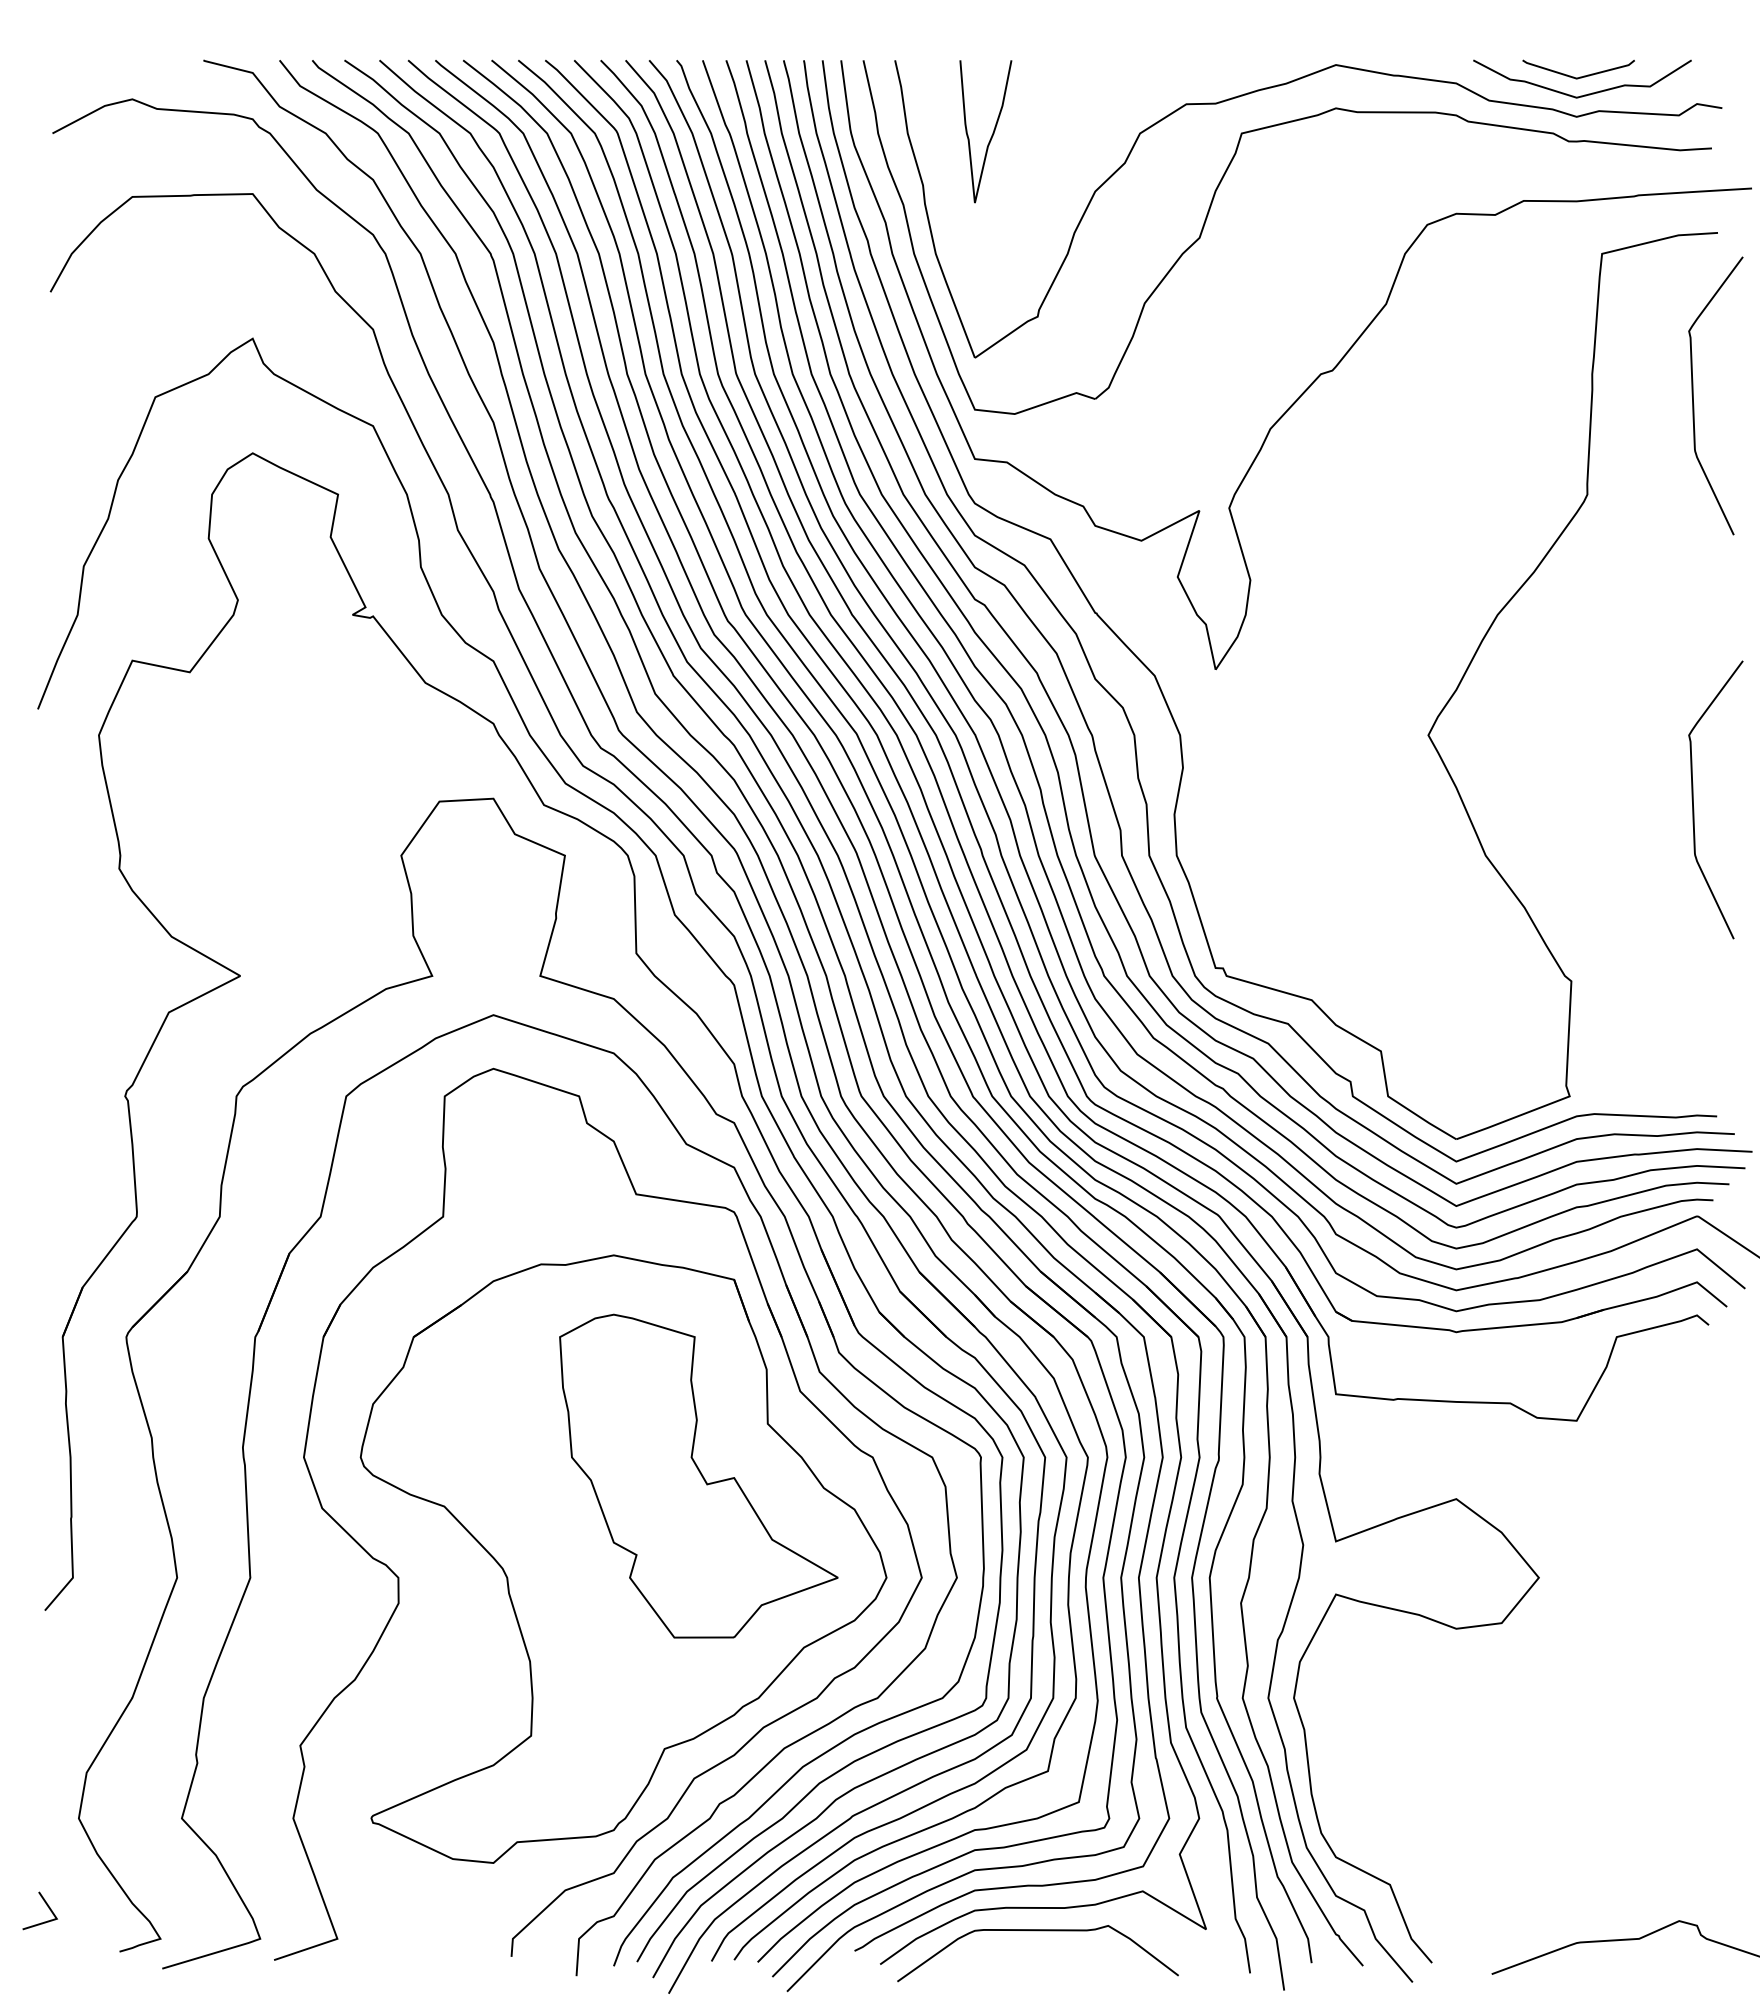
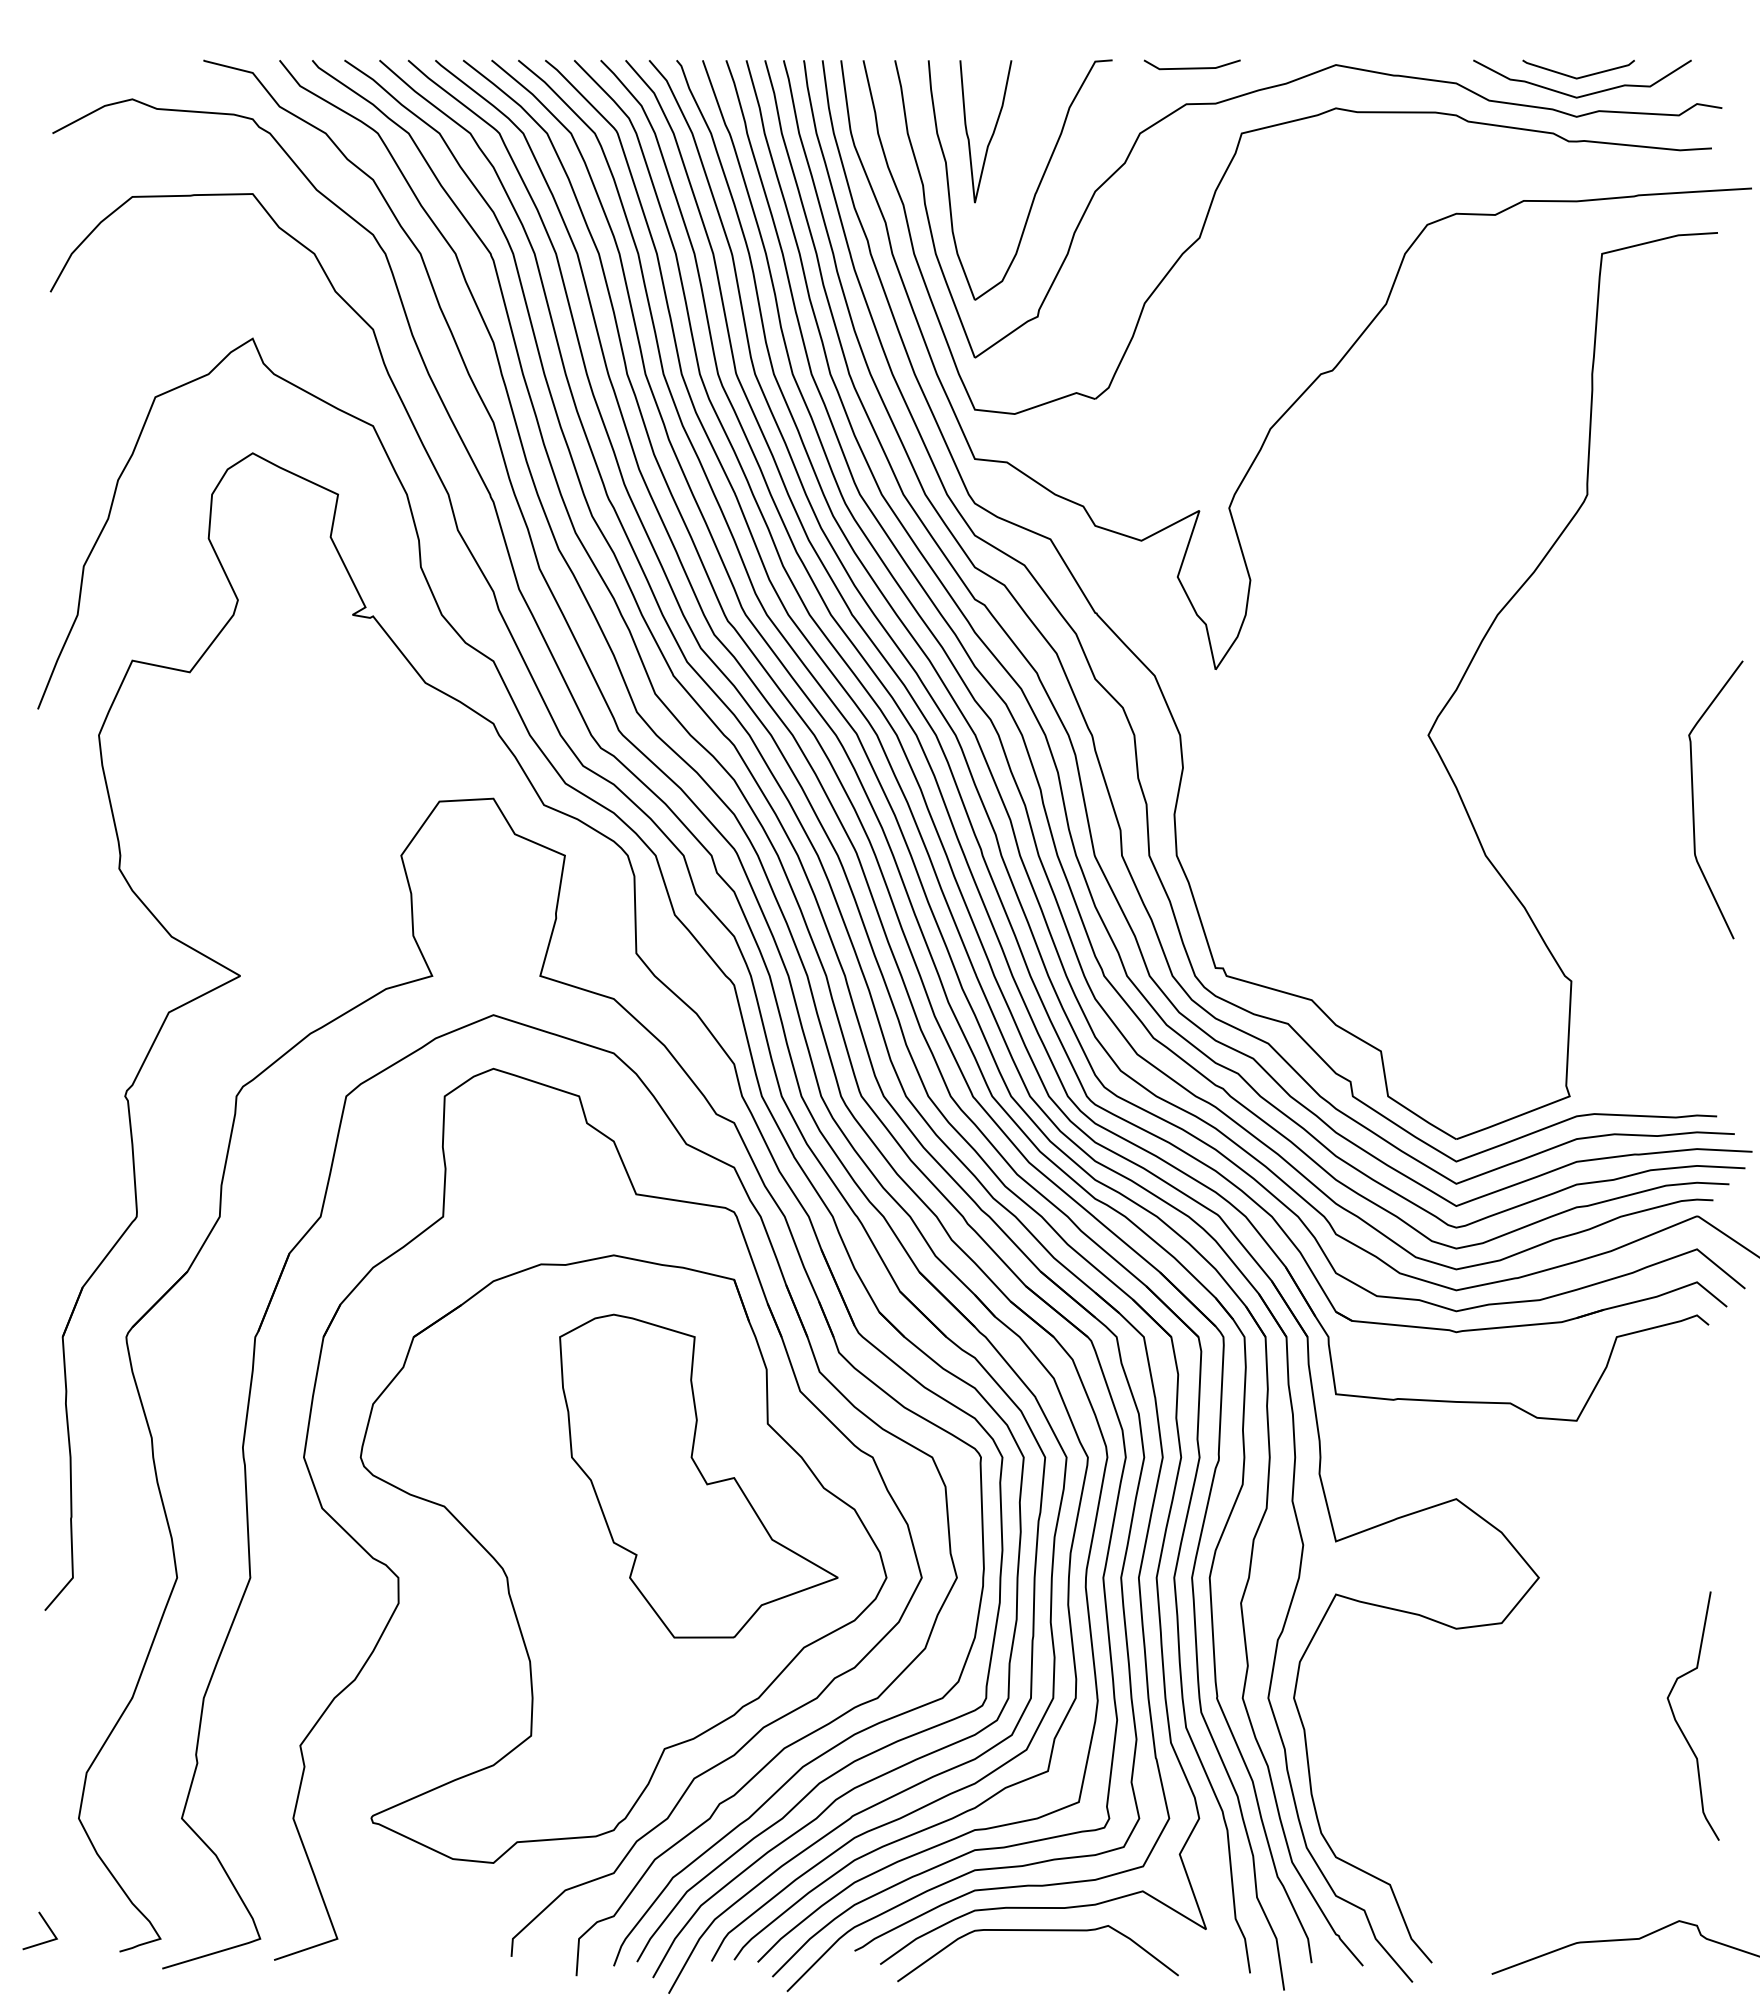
line at (1192, 67): none -> present
part at (1037, 186): none -> present
curve at (1693, 395): present -> none
curve at (1678, 1723): none -> present
line at (46, 1905) position: (46, 1905) -> (46, 1925)
